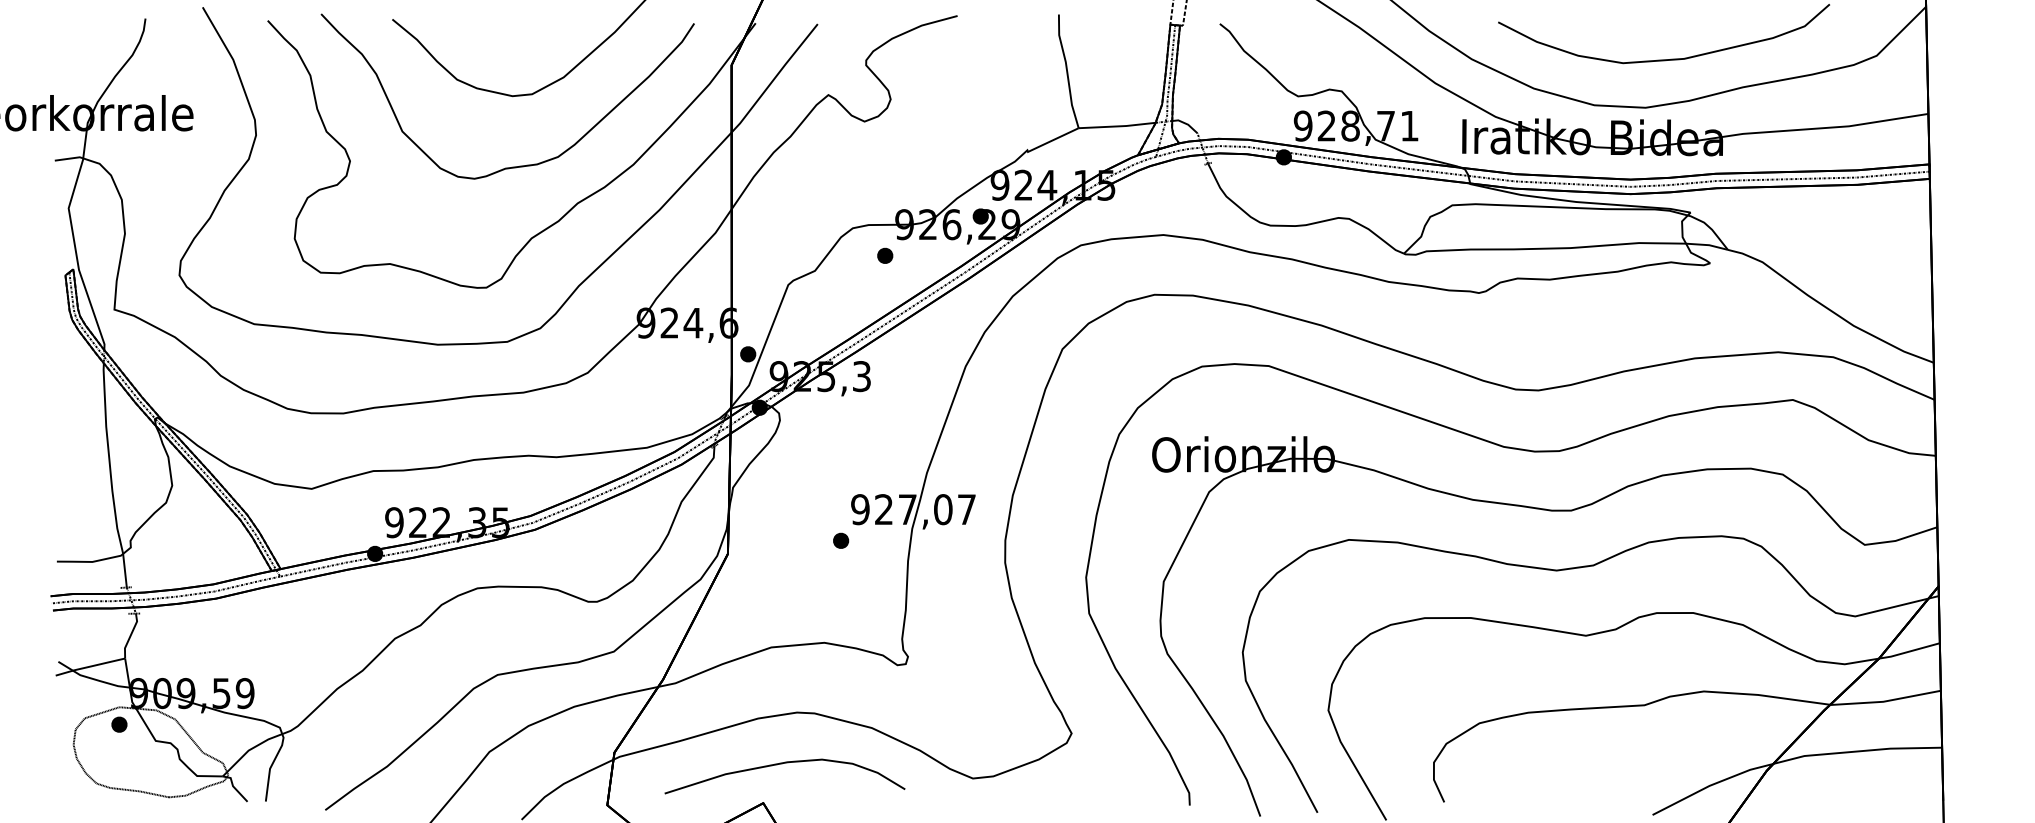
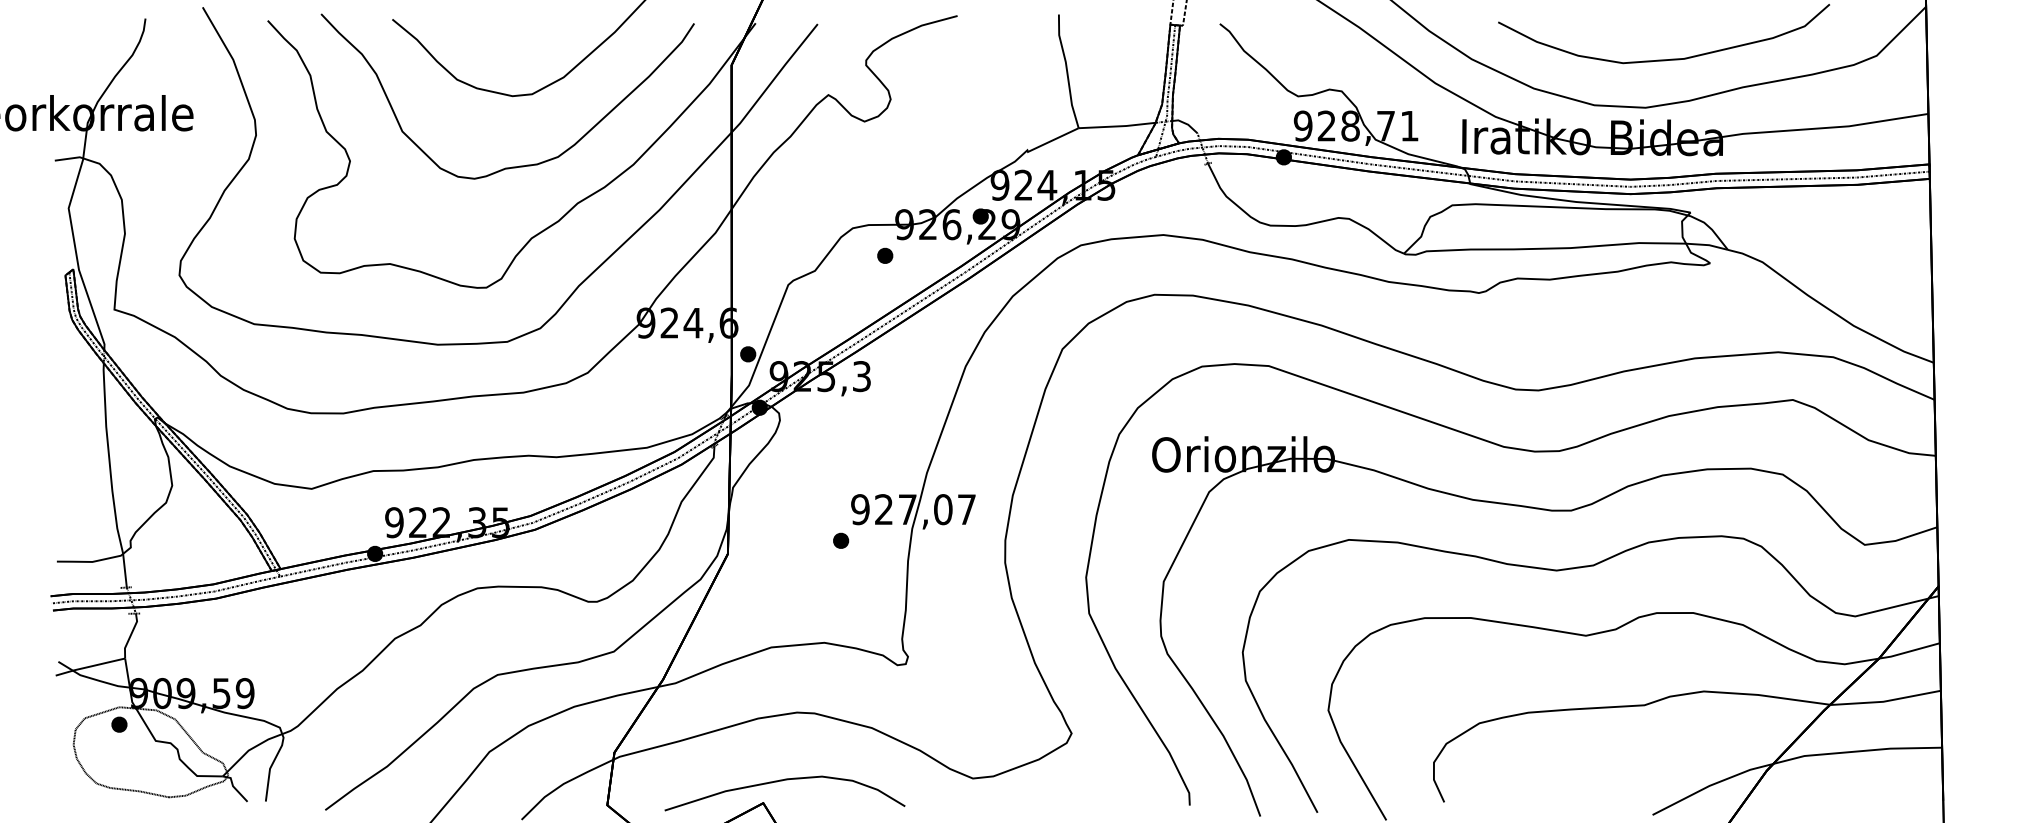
curve at (782, 764) position: (782, 764) -> (782, 781)
